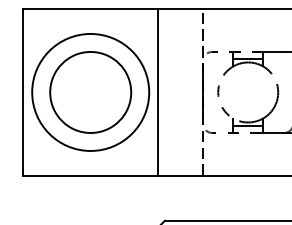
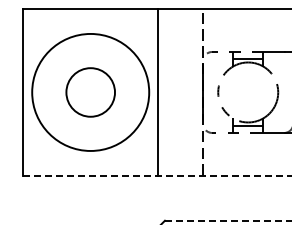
circle at (90, 91) diameter: 81 px -> 49 px
line at (158, 175): solid -> dashed
line at (228, 220): solid -> dashed
